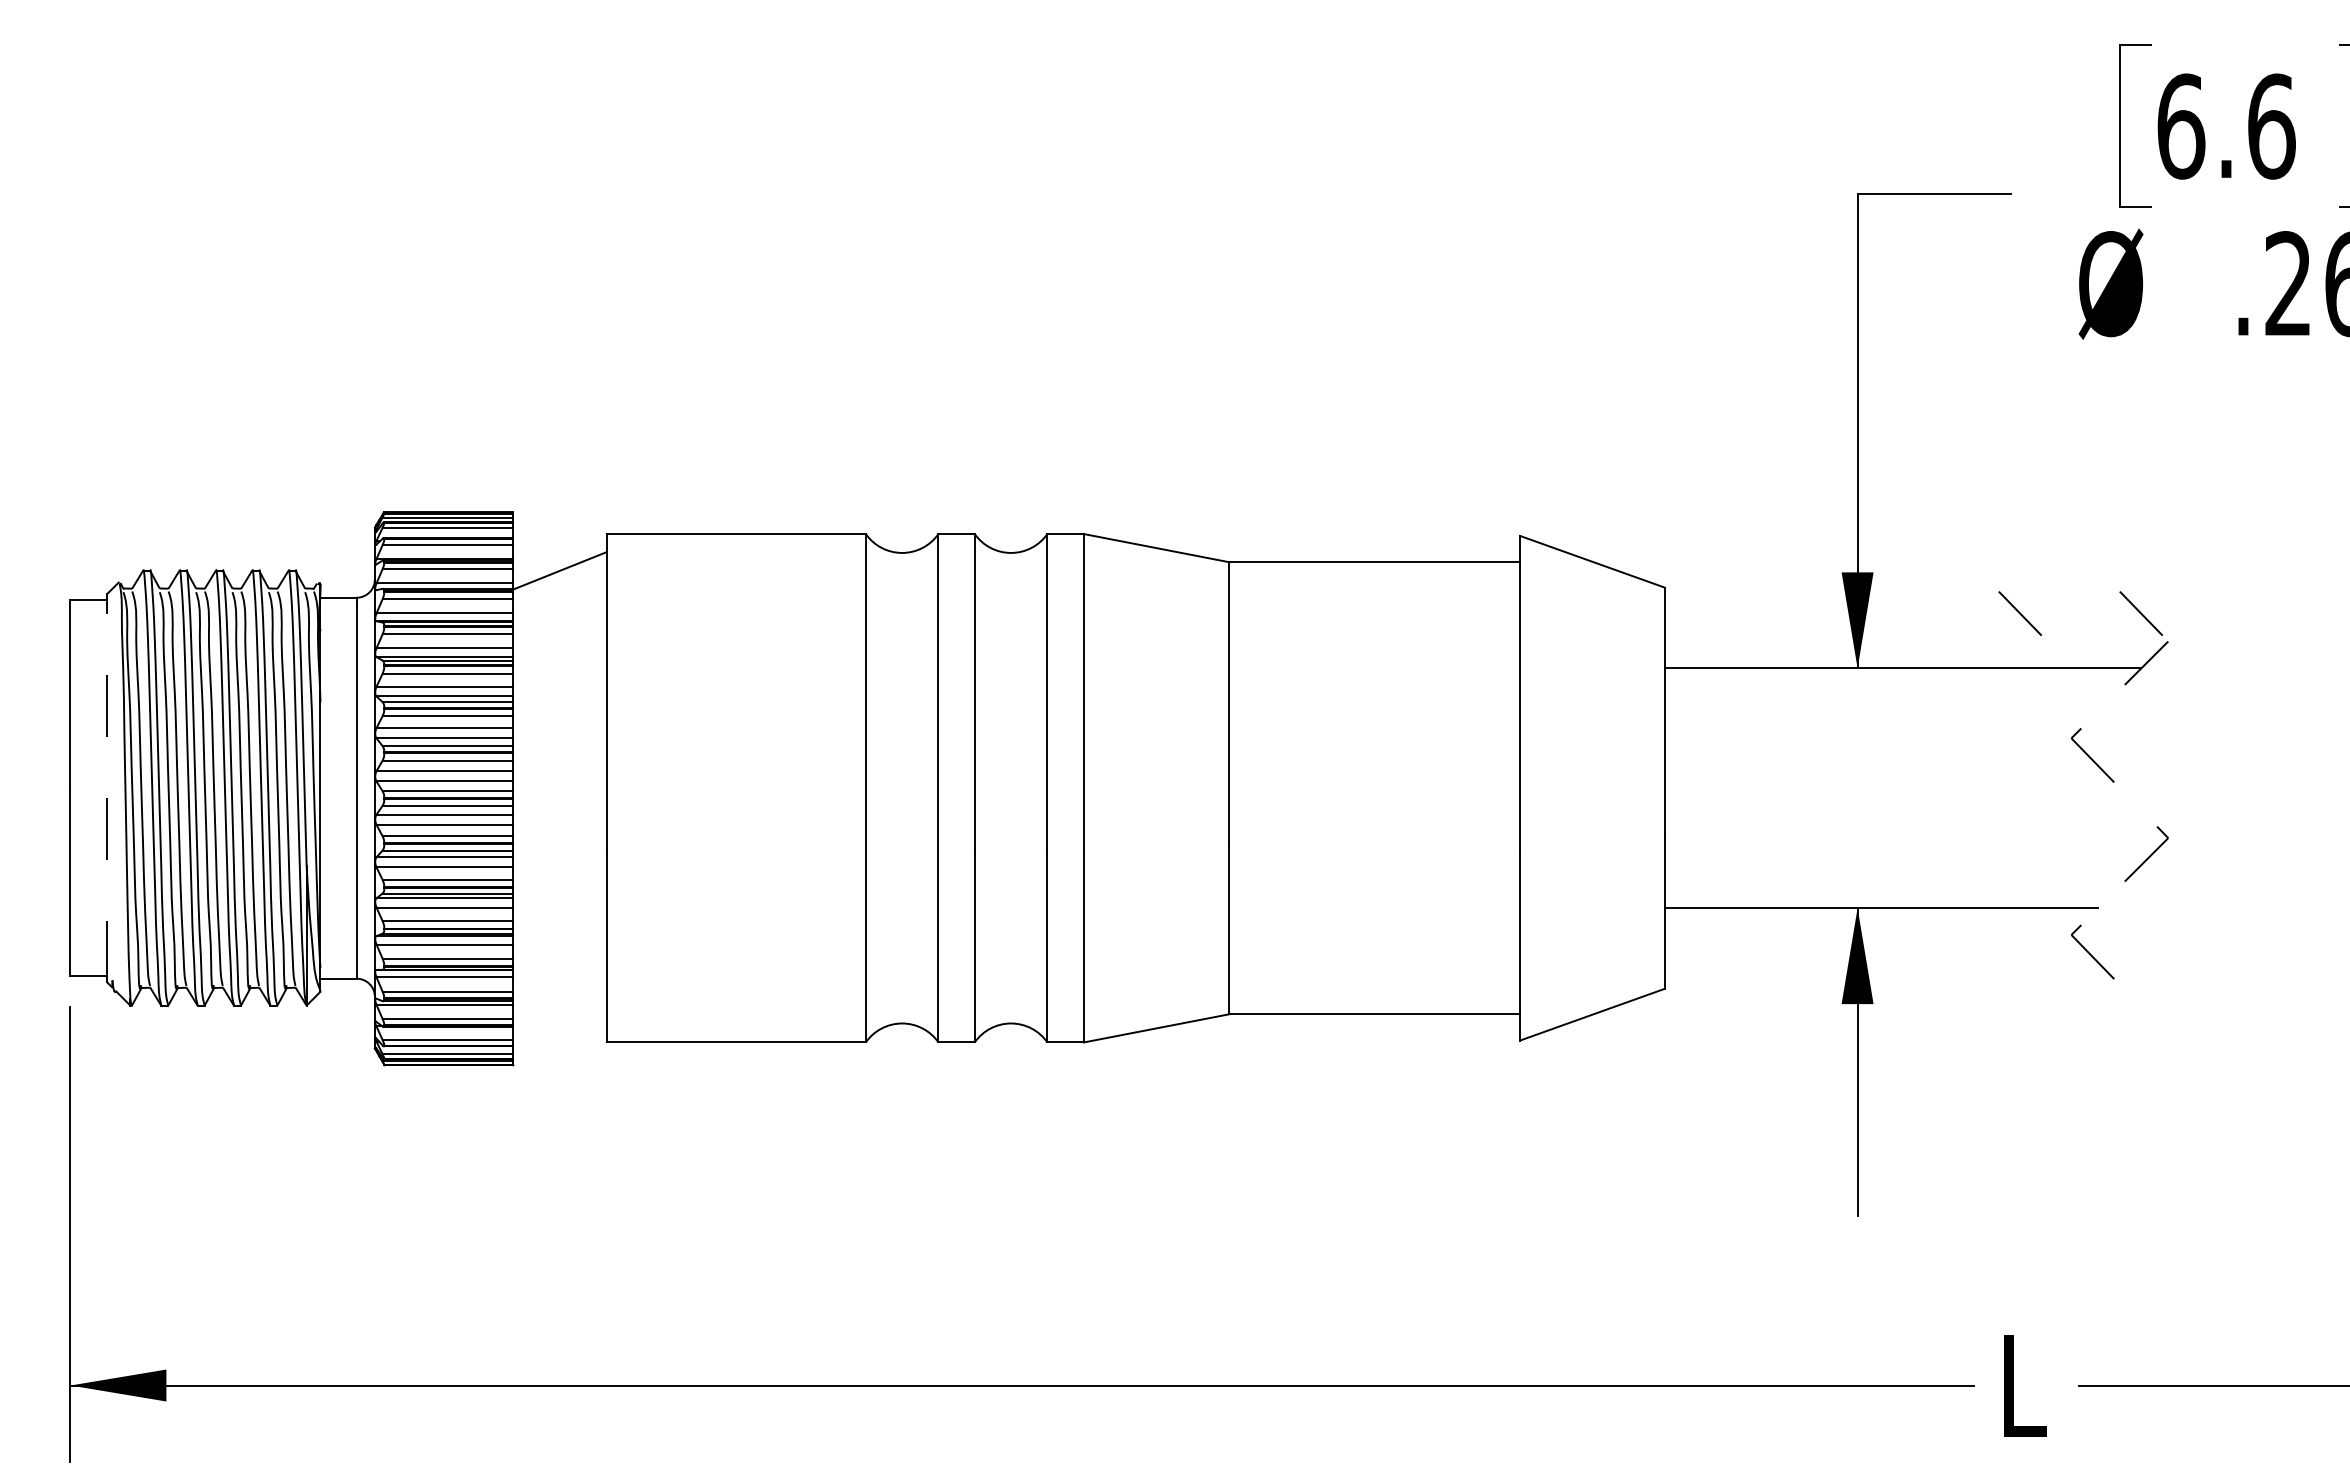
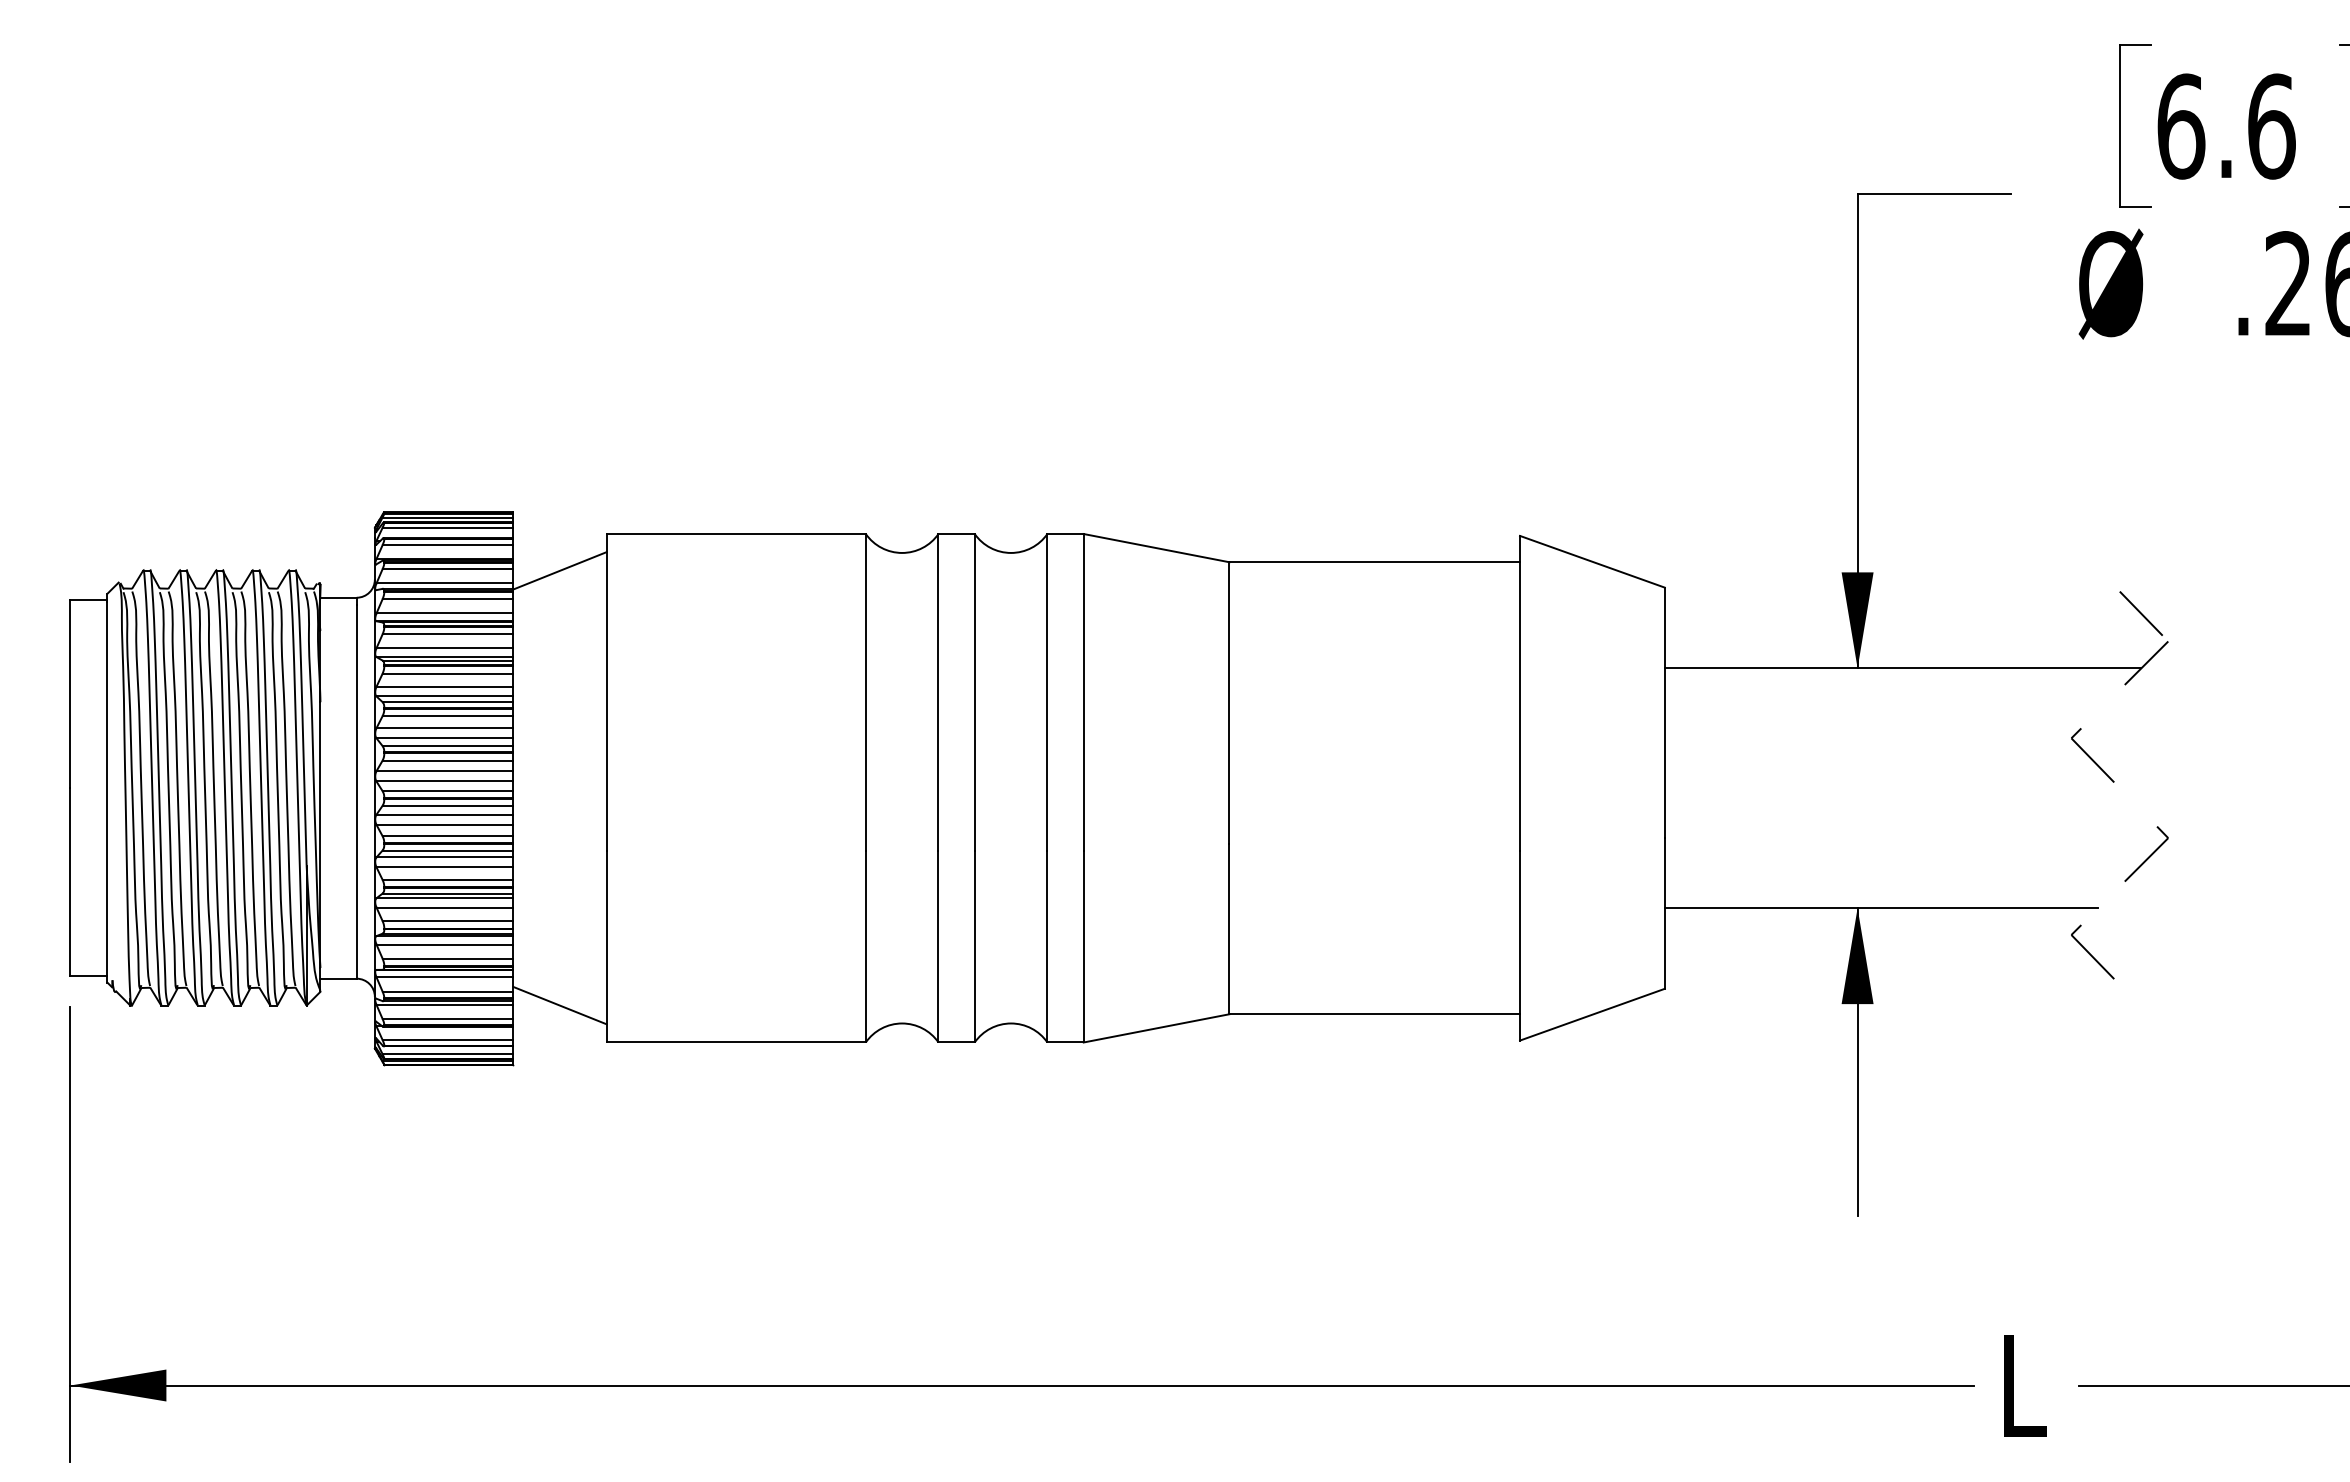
line at (2019, 613): present -> none
line at (107, 791): dashed -> solid
line at (559, 1005): none -> present
